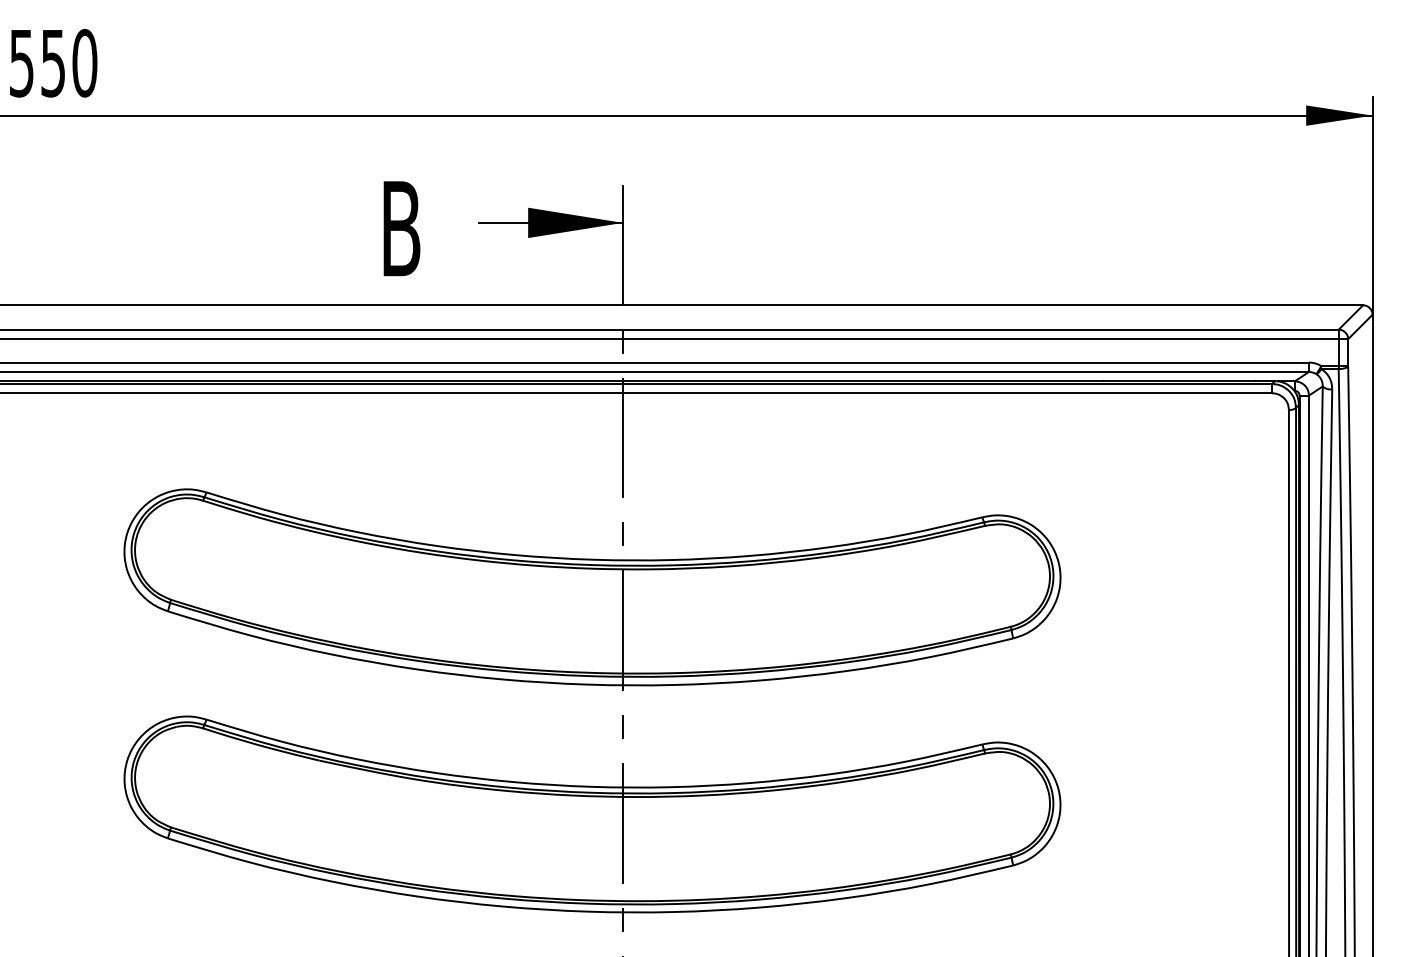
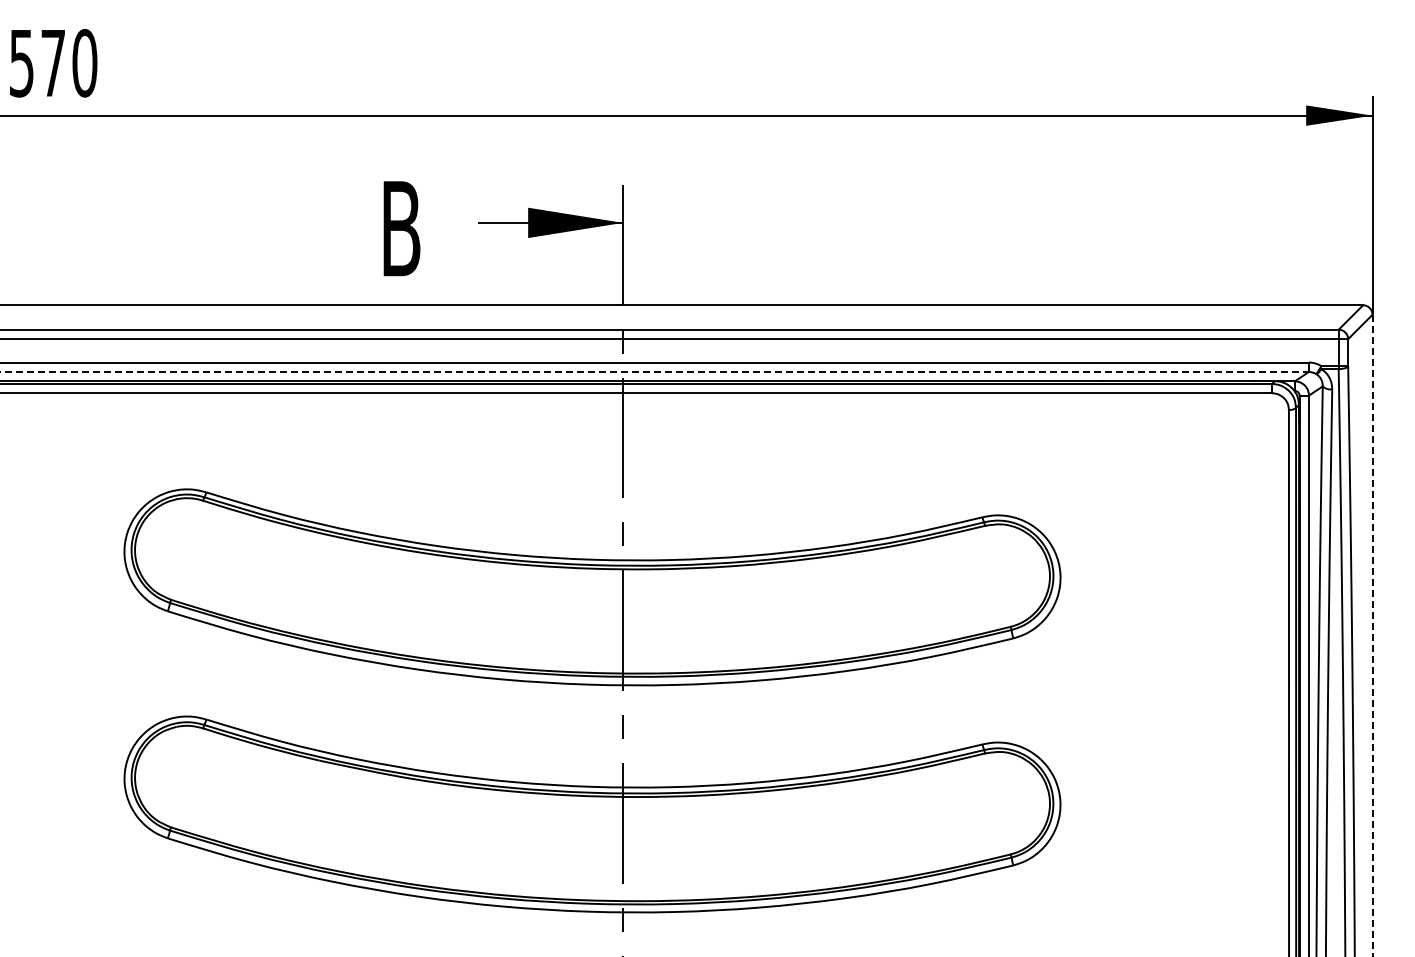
text at (52, 63): 550 -> 570
line at (654, 372): solid -> dashed
line at (1372, 635): solid -> dashed
